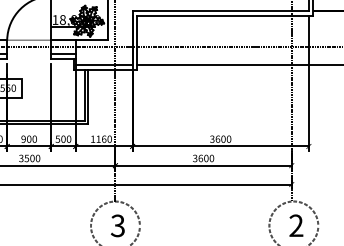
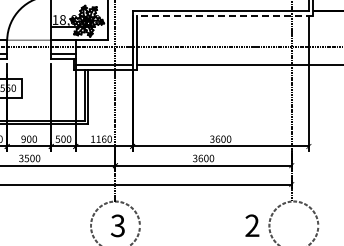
line at (224, 15): solid -> dashed
text at (296, 225) position: (296, 225) -> (252, 225)
